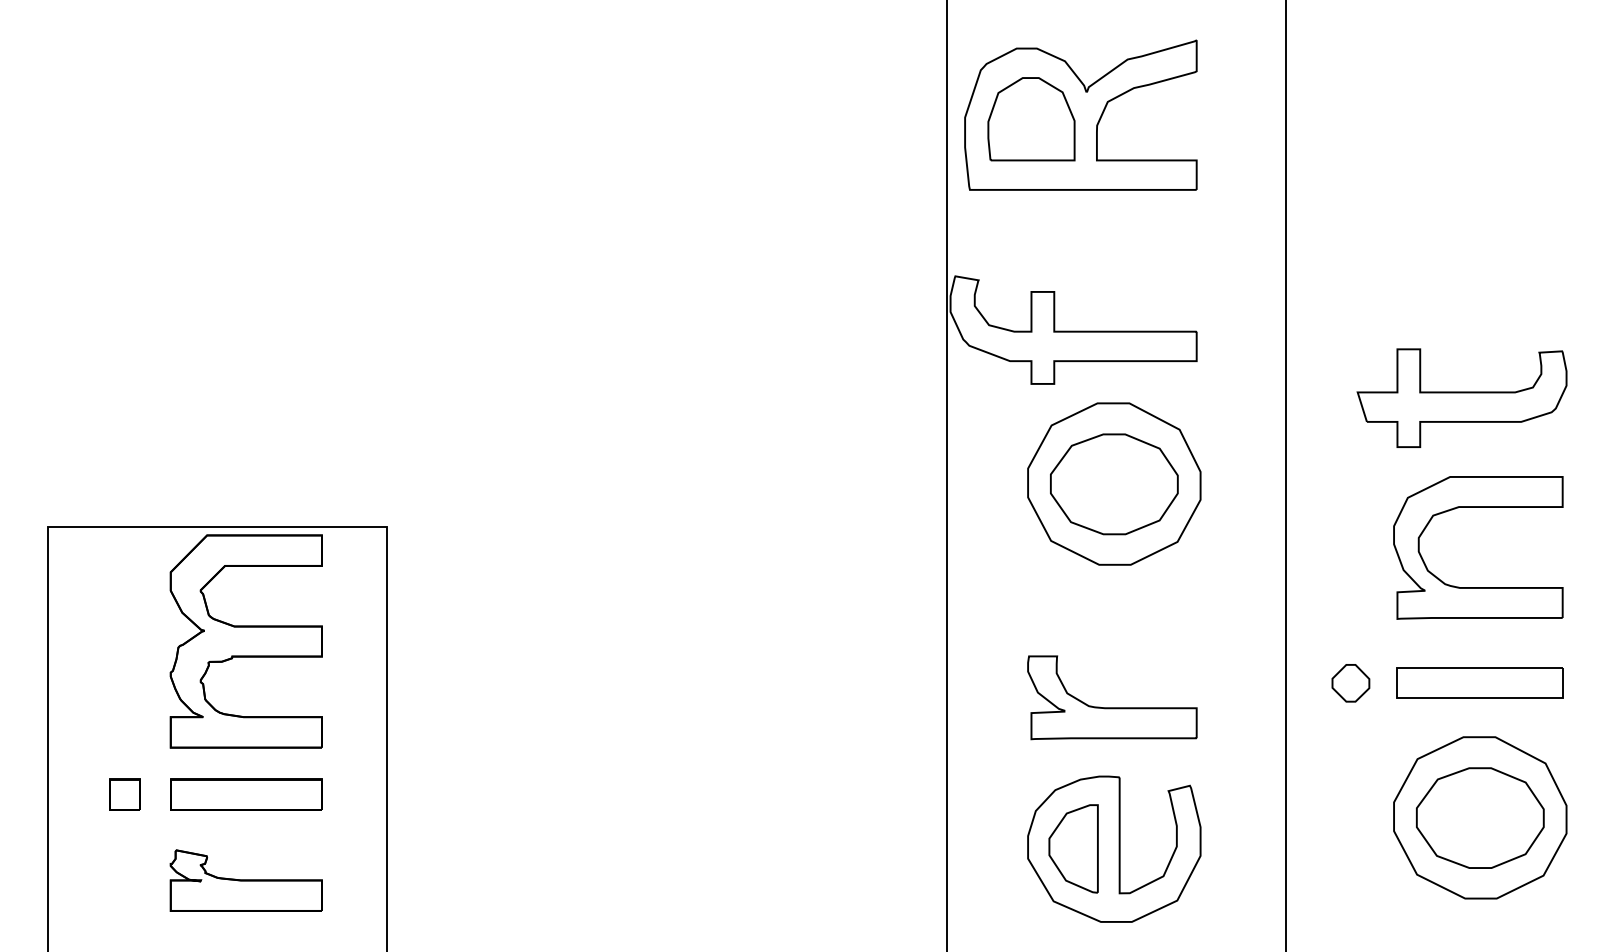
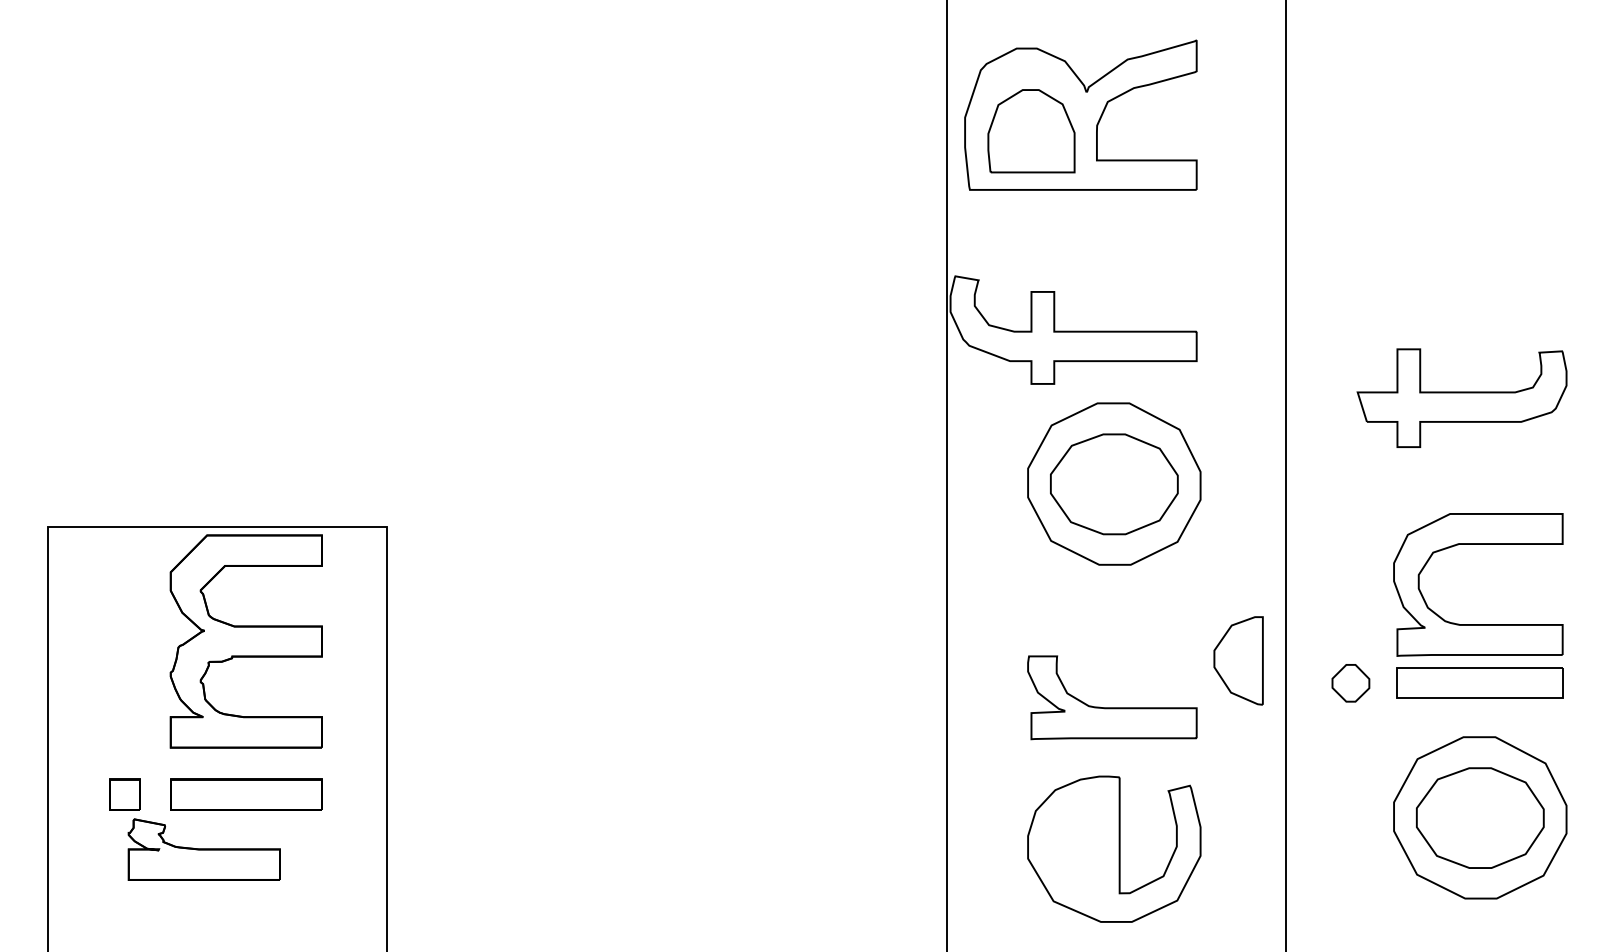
part at (1031, 119) position: (1031, 119) -> (1031, 131)
part at (1478, 507) position: (1478, 507) -> (1478, 544)
part at (1073, 848) position: (1073, 848) -> (1238, 660)
part at (245, 880) position: (245, 880) -> (203, 849)
